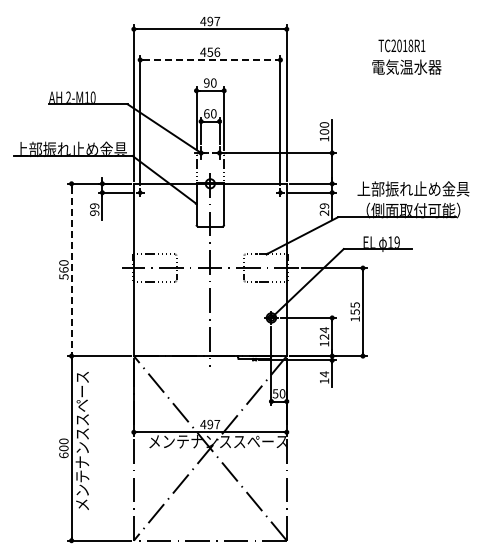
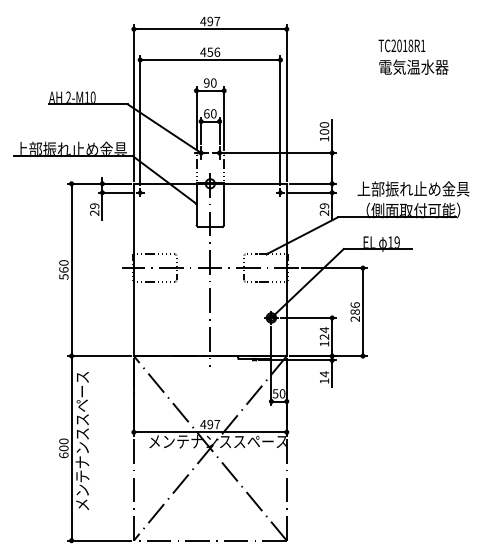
line at (210, 60): dashed -> solid
text at (406, 66) position: (406, 66) -> (413, 66)
text at (94, 212): 99 -> 29
line at (71, 270): dashed -> solid
text at (354, 311): 155 -> 286
